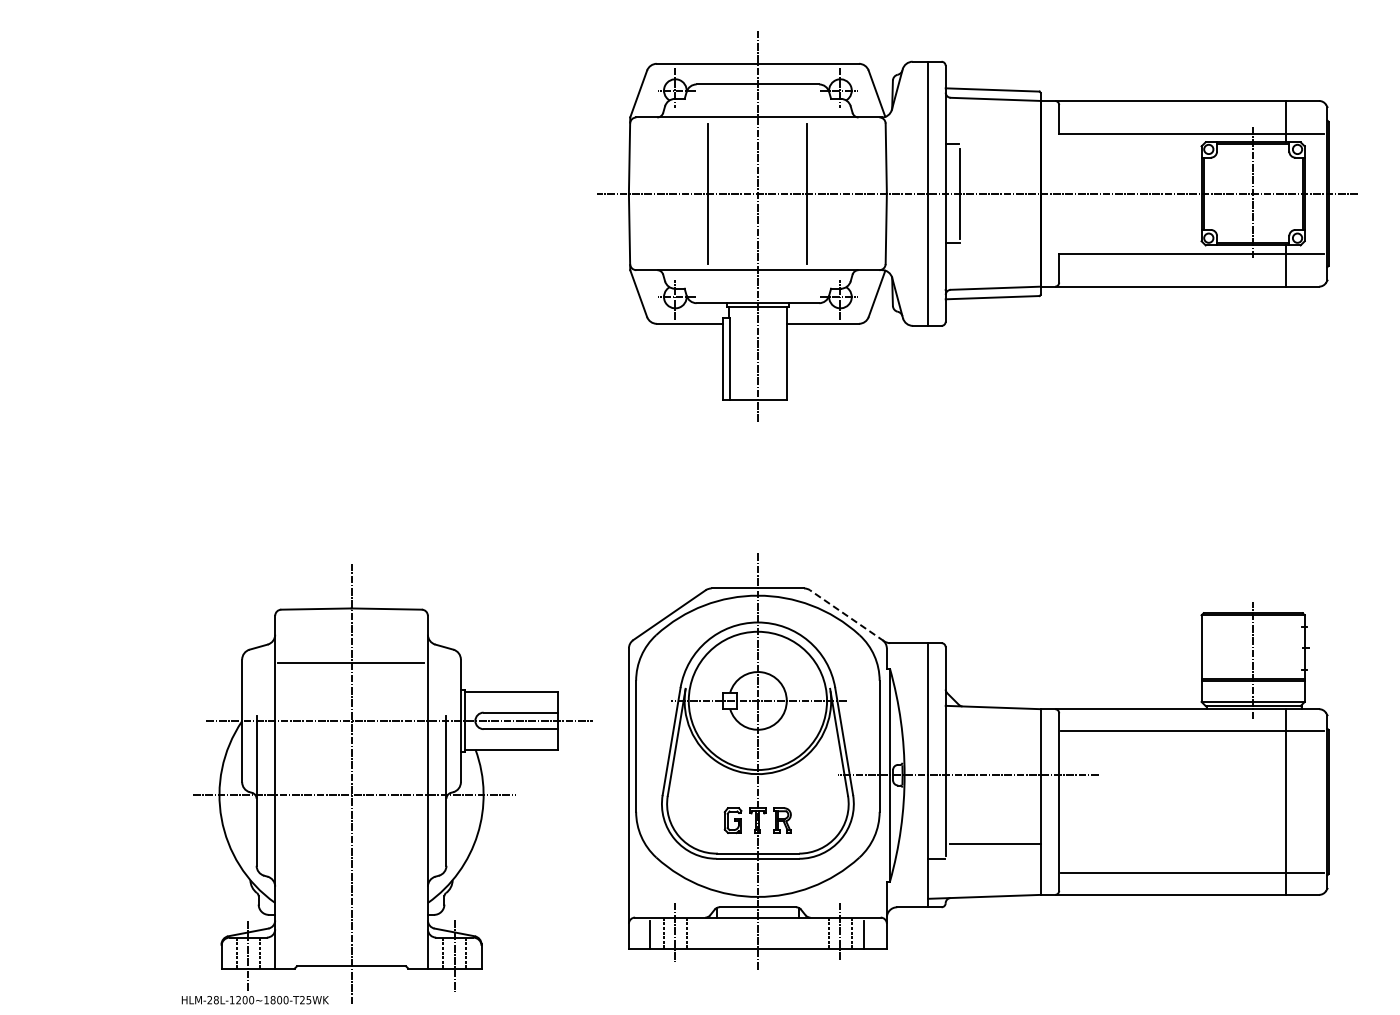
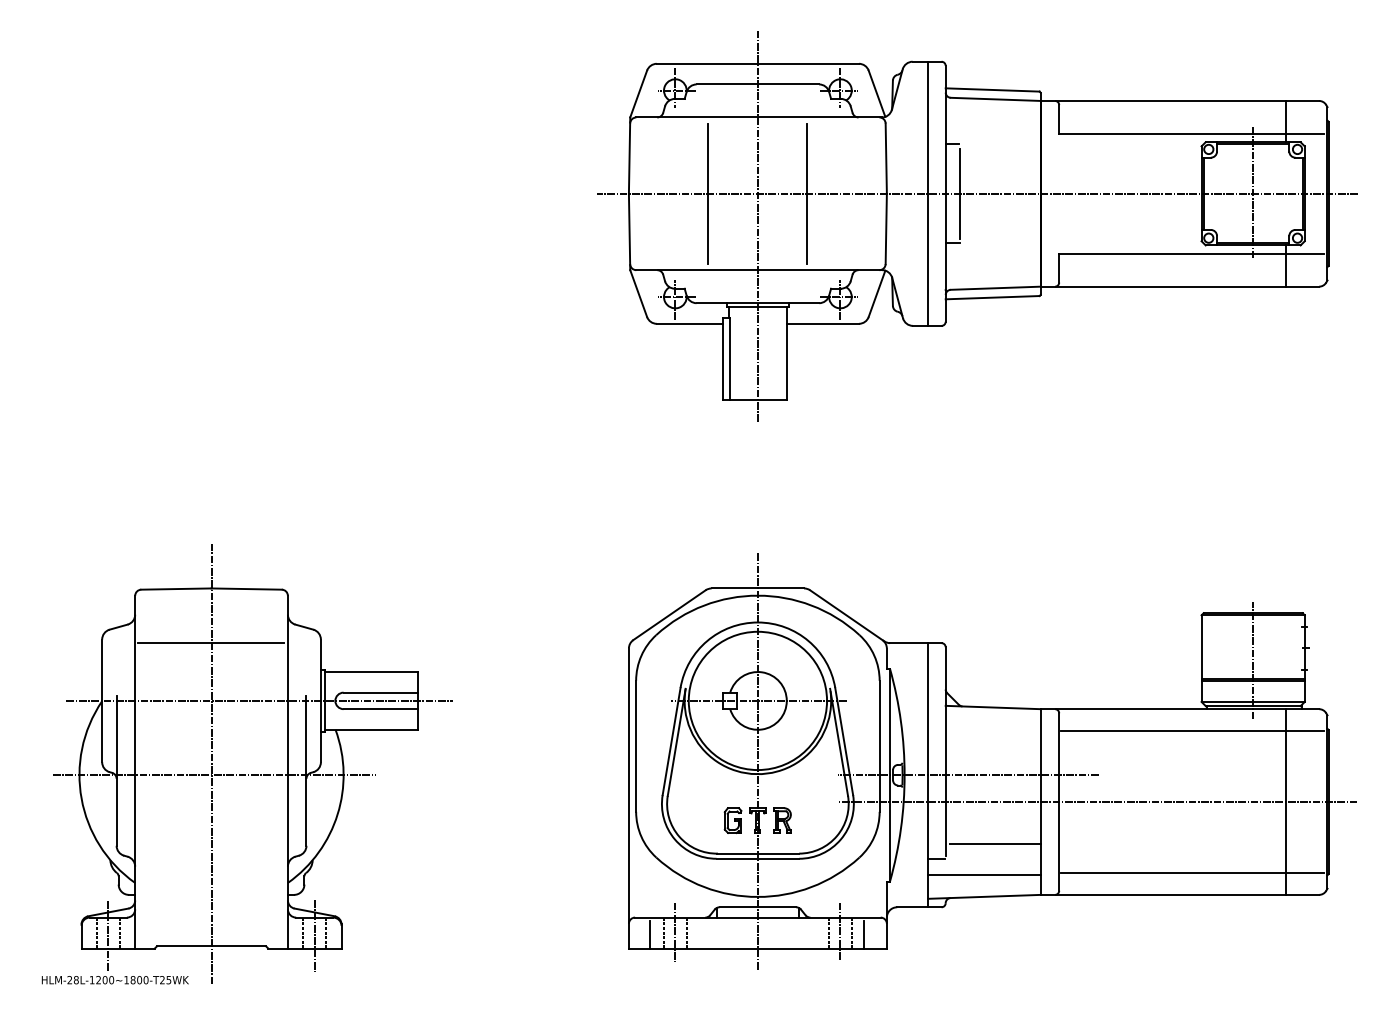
line at (846, 615): dashed -> solid
part at (386, 784) position: (386, 784) -> (246, 764)
line at (1097, 802): none -> present
line at (984, 875): none -> present
